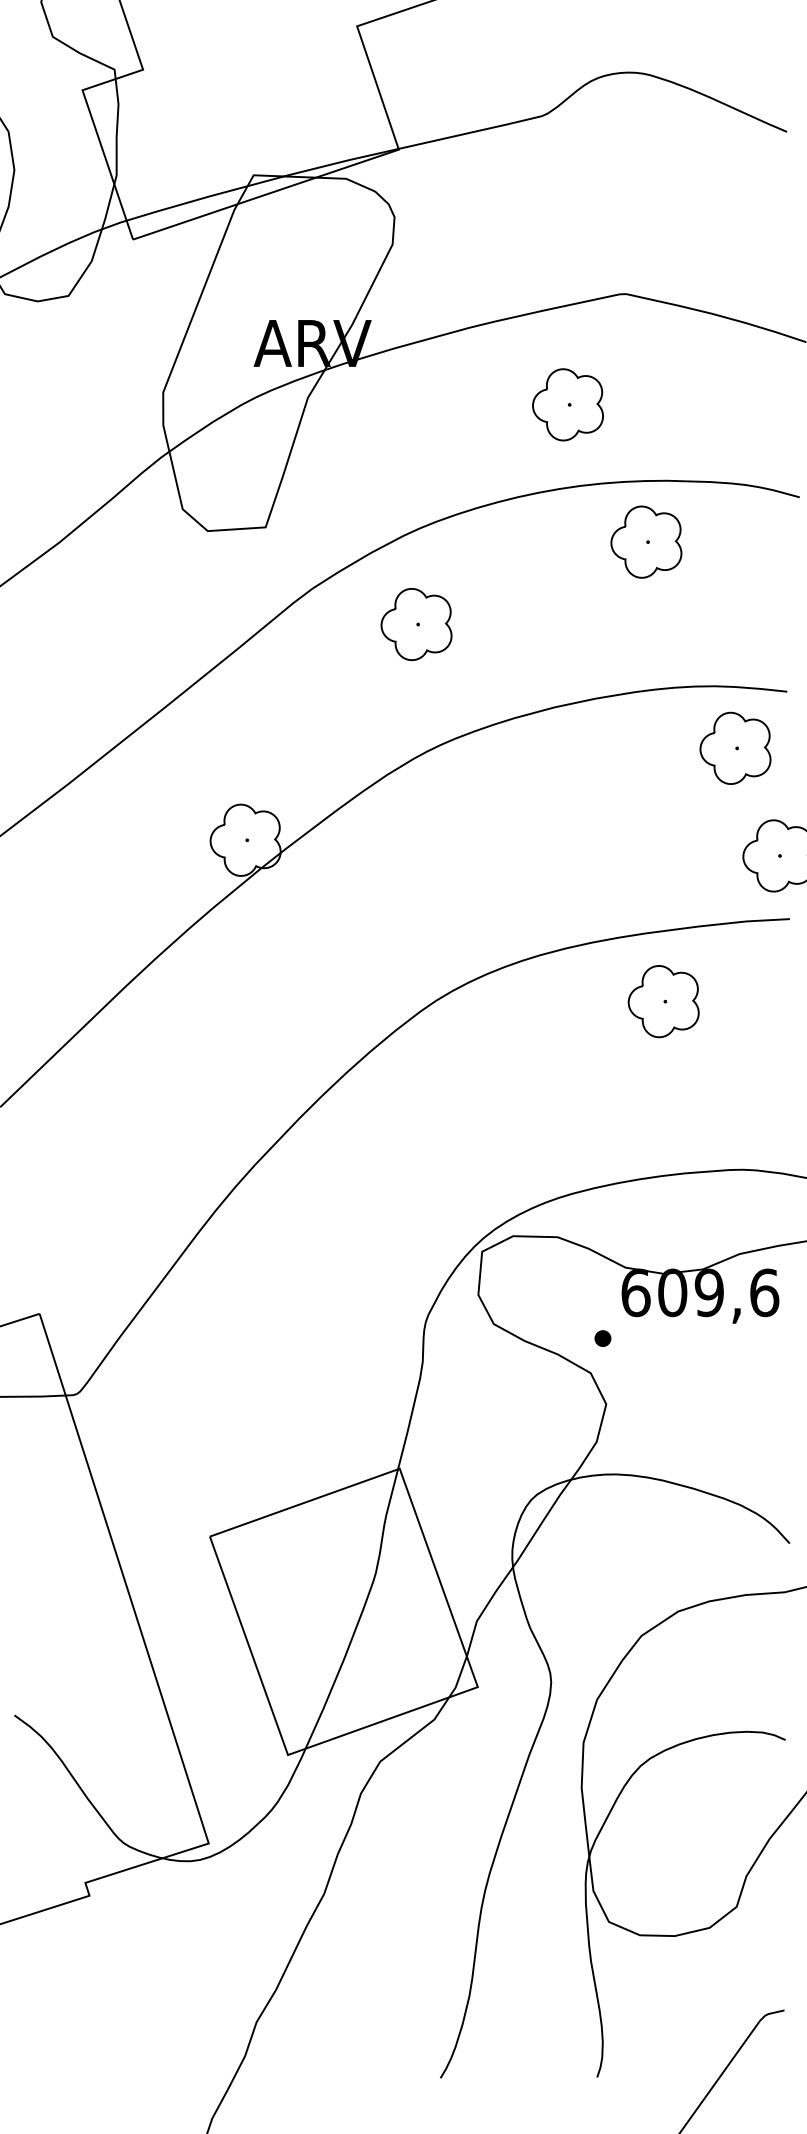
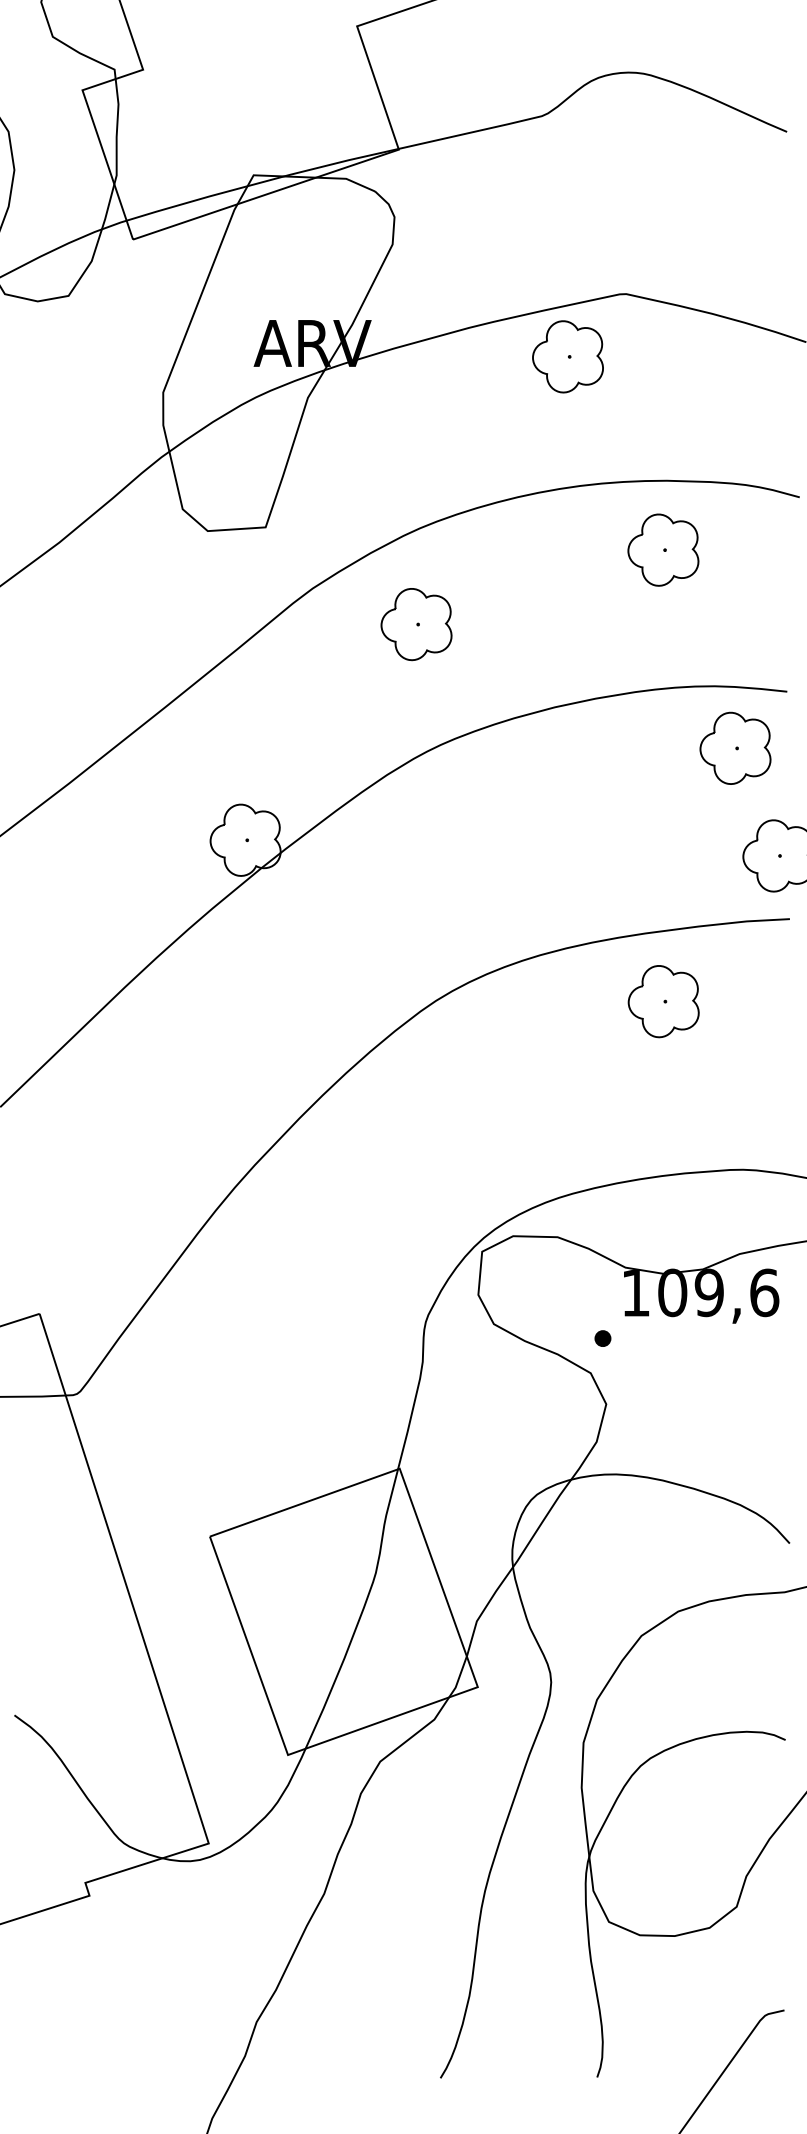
part at (567, 404) position: (567, 404) -> (567, 356)
part at (646, 541) position: (646, 541) -> (663, 549)
text at (635, 1292): 609,6 -> 109,6
